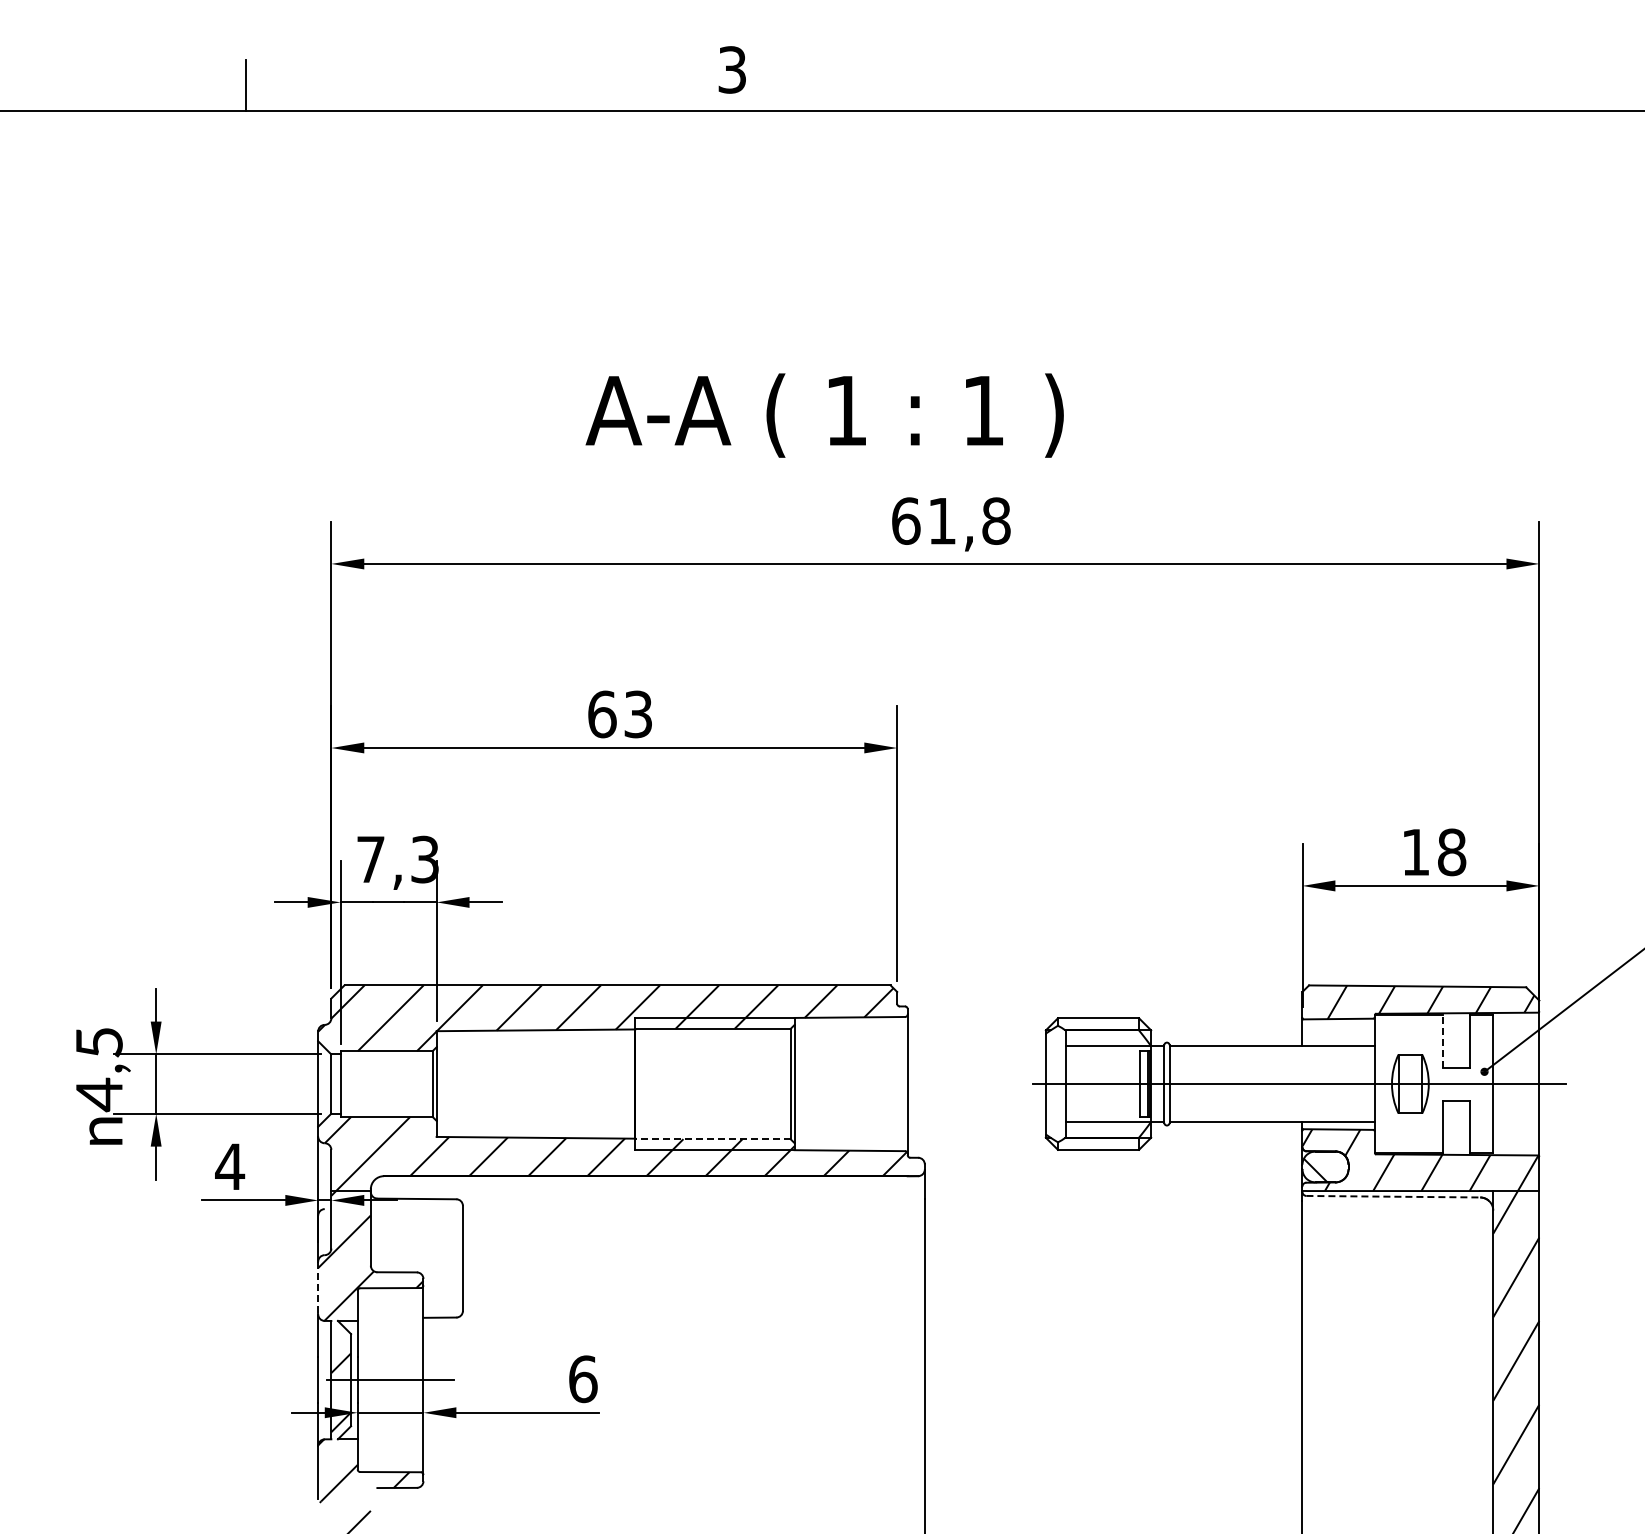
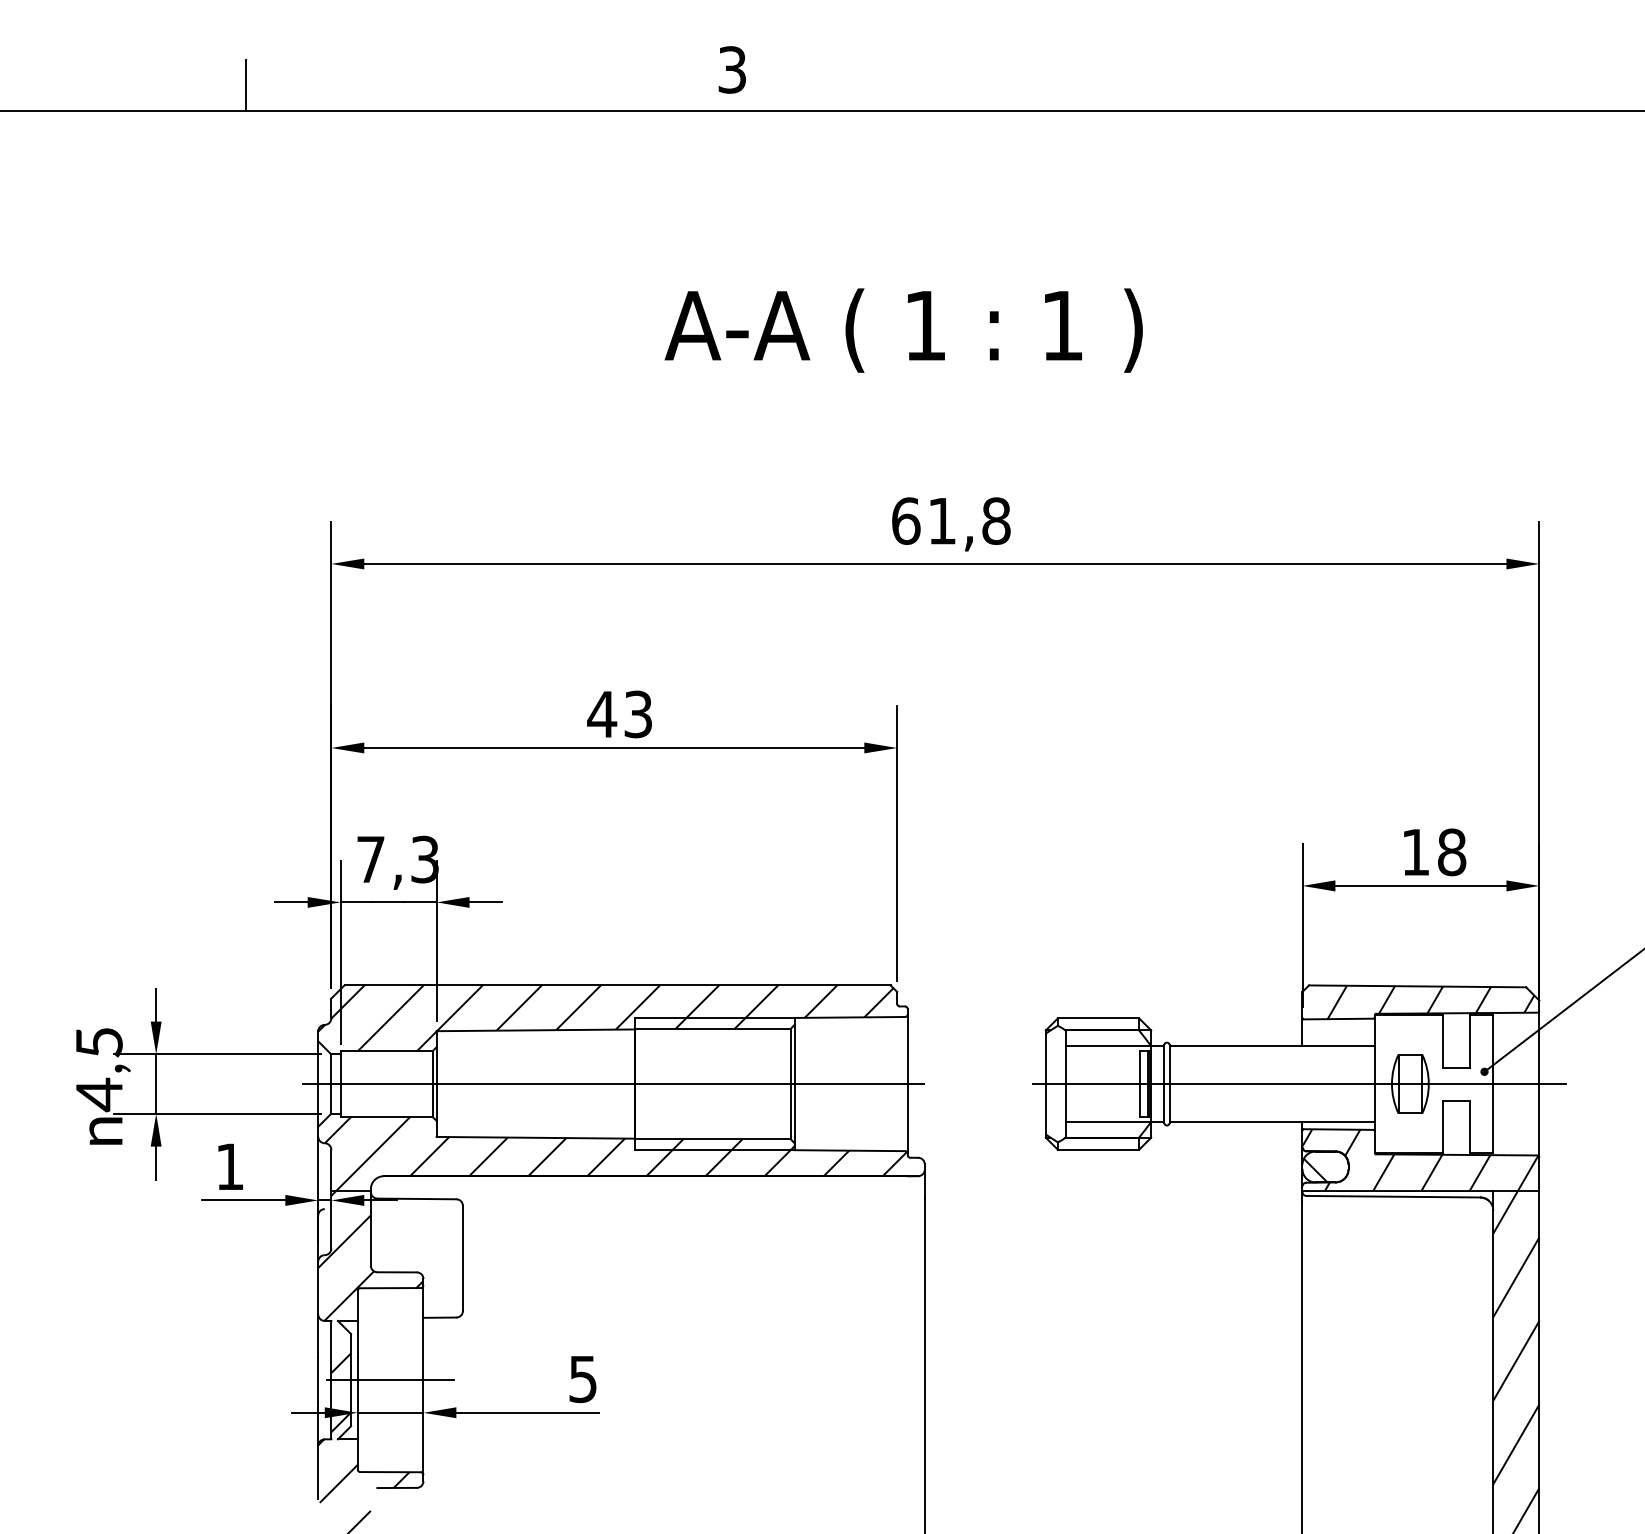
text at (824, 415) position: (824, 415) -> (903, 330)
text at (602, 714): 63 -> 43
line at (1443, 1040): dashed -> solid
line at (612, 1084): none -> present
line at (712, 1139): dashed -> solid
text at (230, 1166): 4 -> 1
line at (1393, 1196): dashed -> solid
line at (318, 1288): dashed -> solid
text at (583, 1379): 6 -> 5
